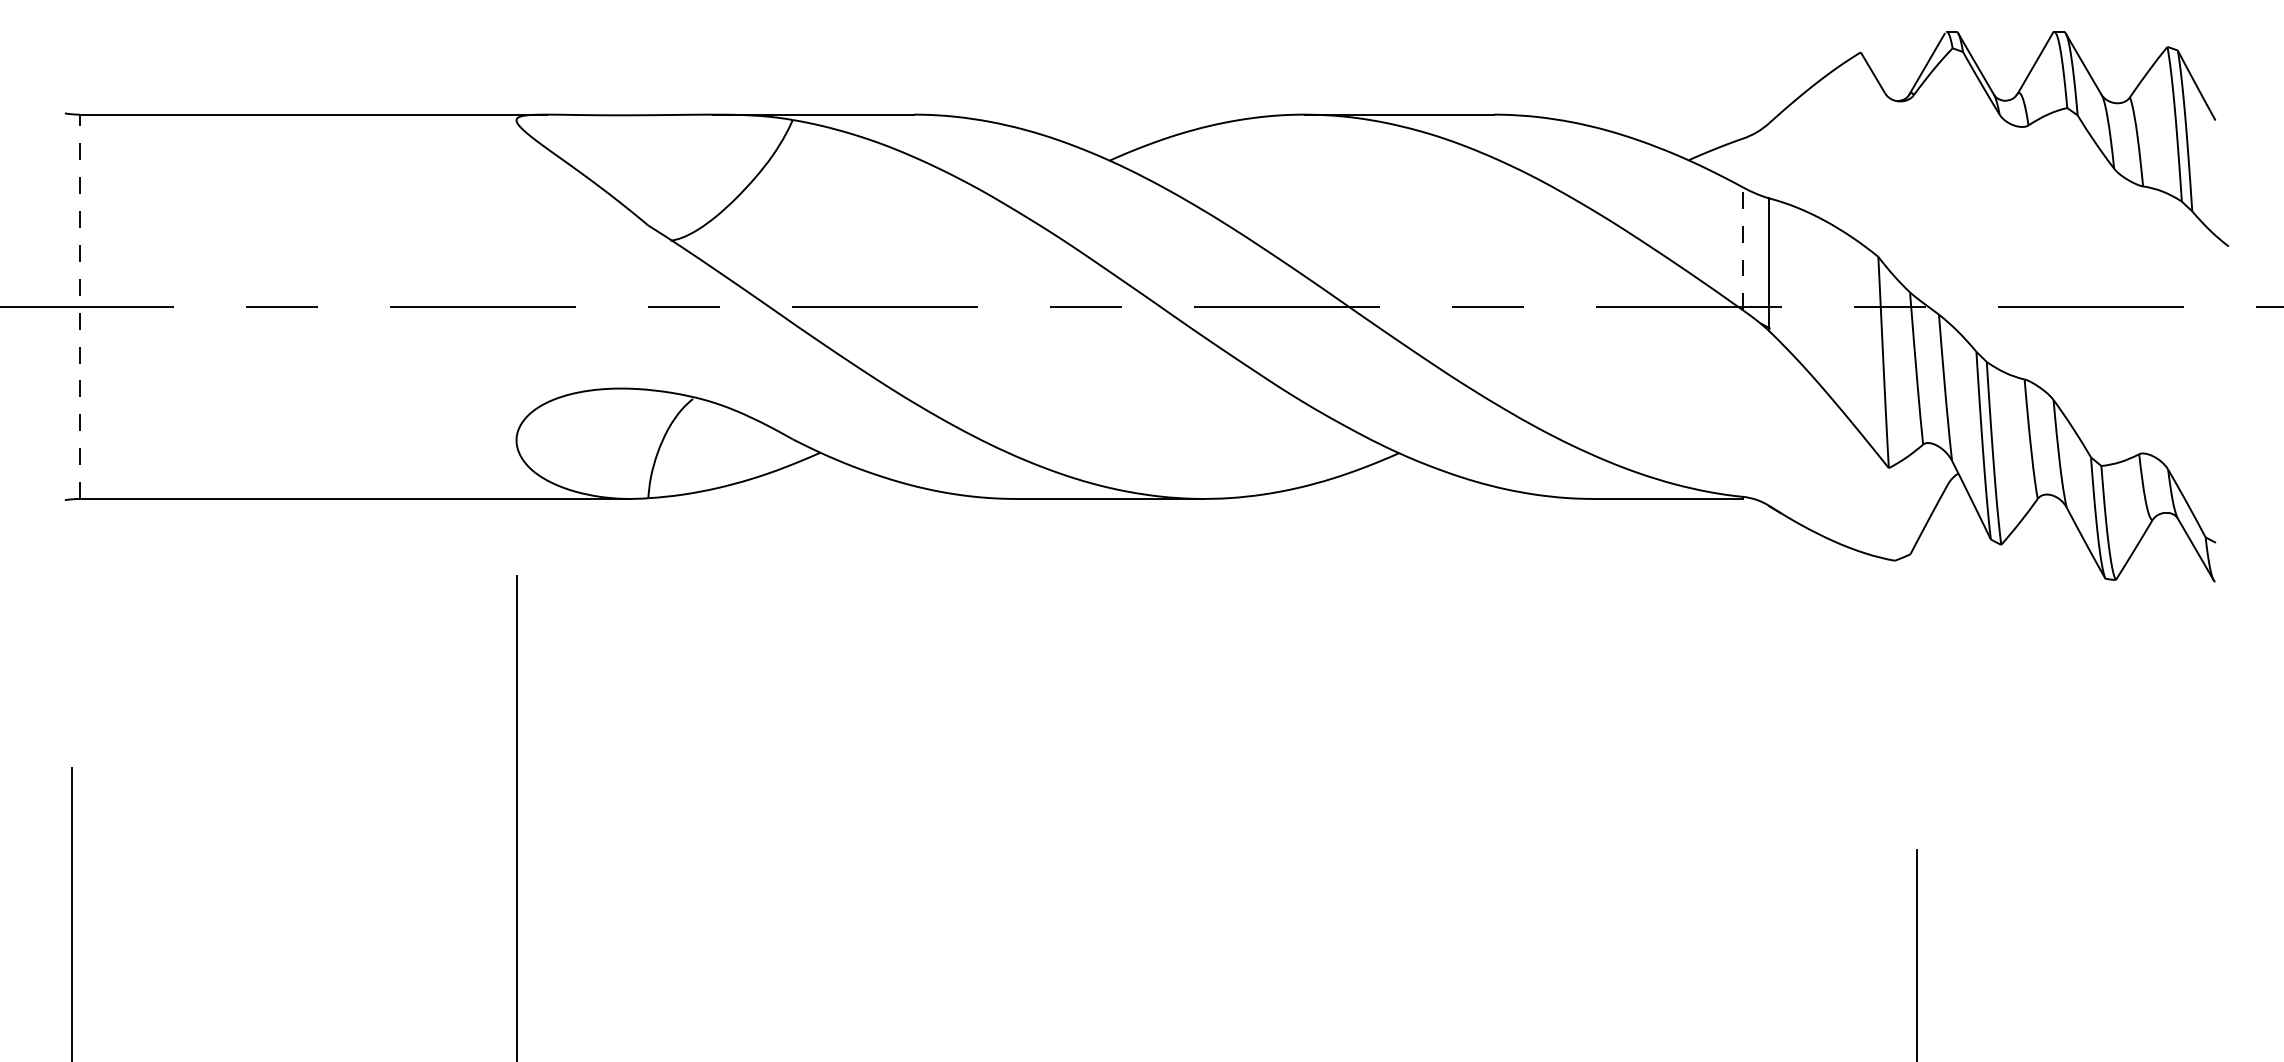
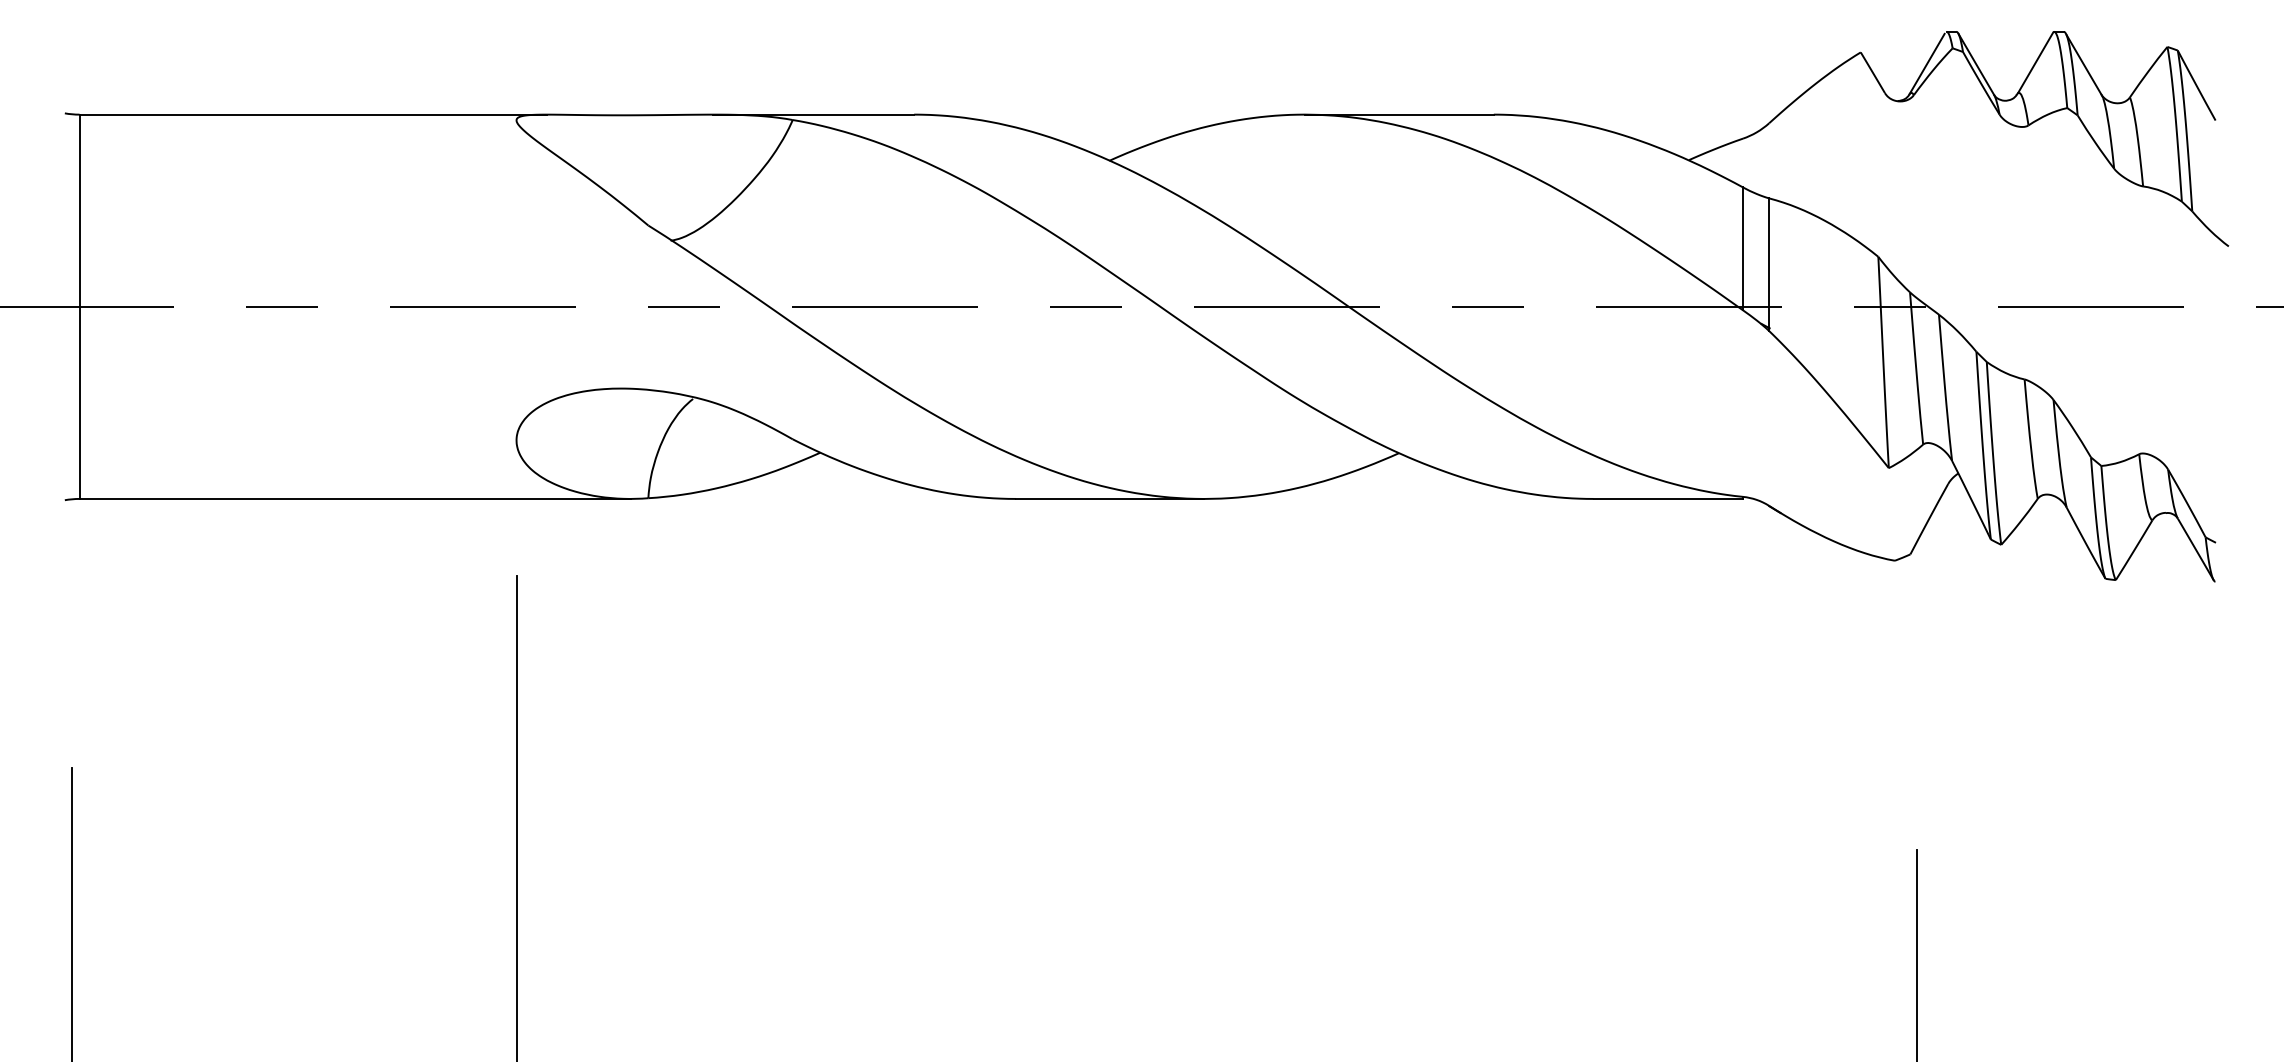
line at (1743, 248): dashed -> solid
line at (79, 306): dashed -> solid
